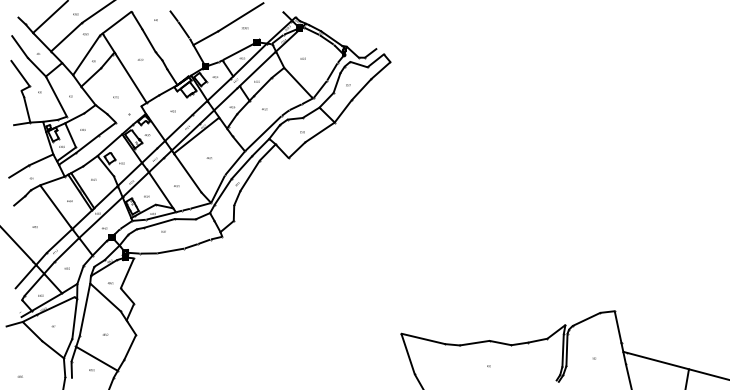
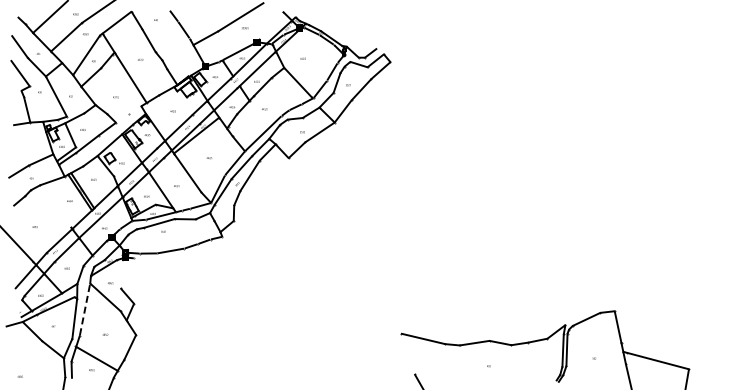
line at (55, 205): present -> none
line at (127, 272): present -> none
line at (85, 309): solid -> dashed
line at (407, 353): present -> none
line at (707, 374): present -> none
